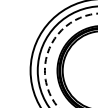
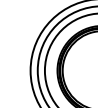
circle at (70, 60): dashed -> solid
